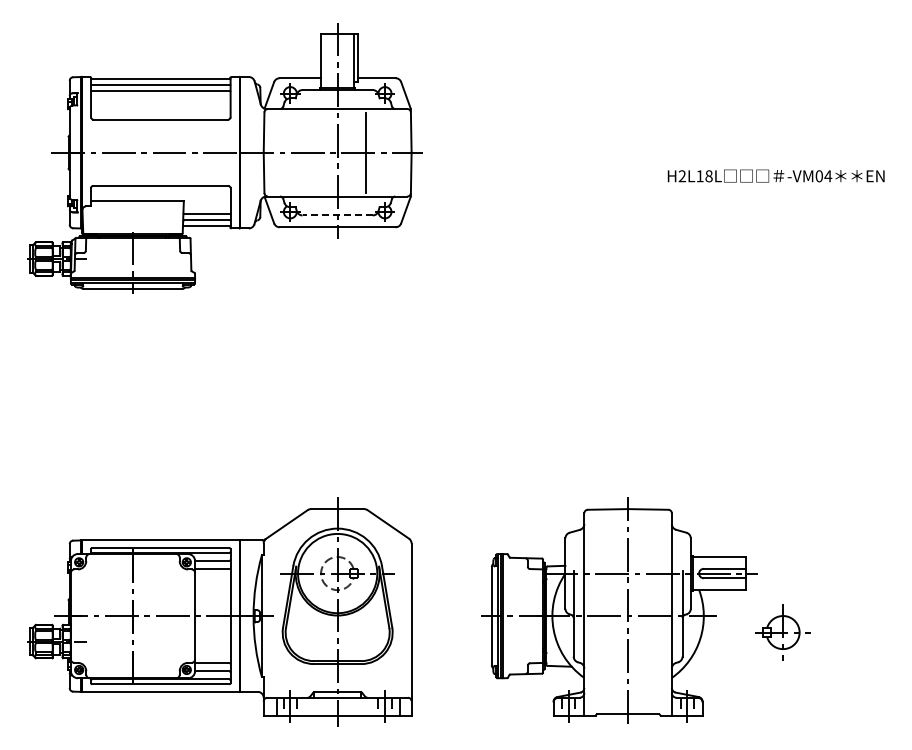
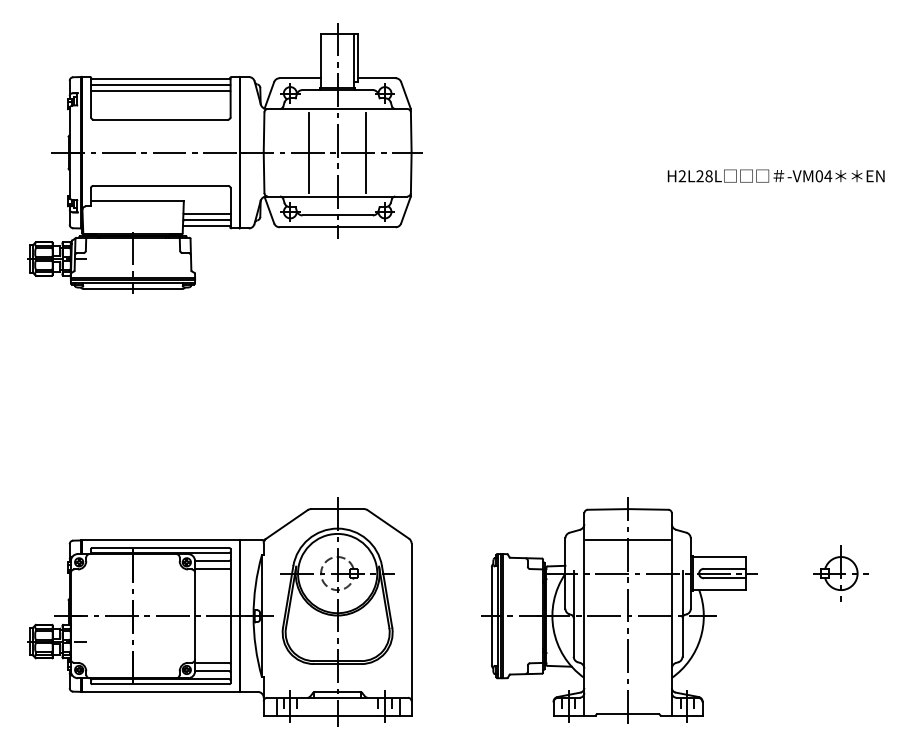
line at (309, 152): none -> present
text at (699, 176): H2L18L -> H2L28L
line at (337, 215): dashed -> solid
line at (627, 540): none -> present
part at (782, 632) position: (782, 632) -> (840, 573)
